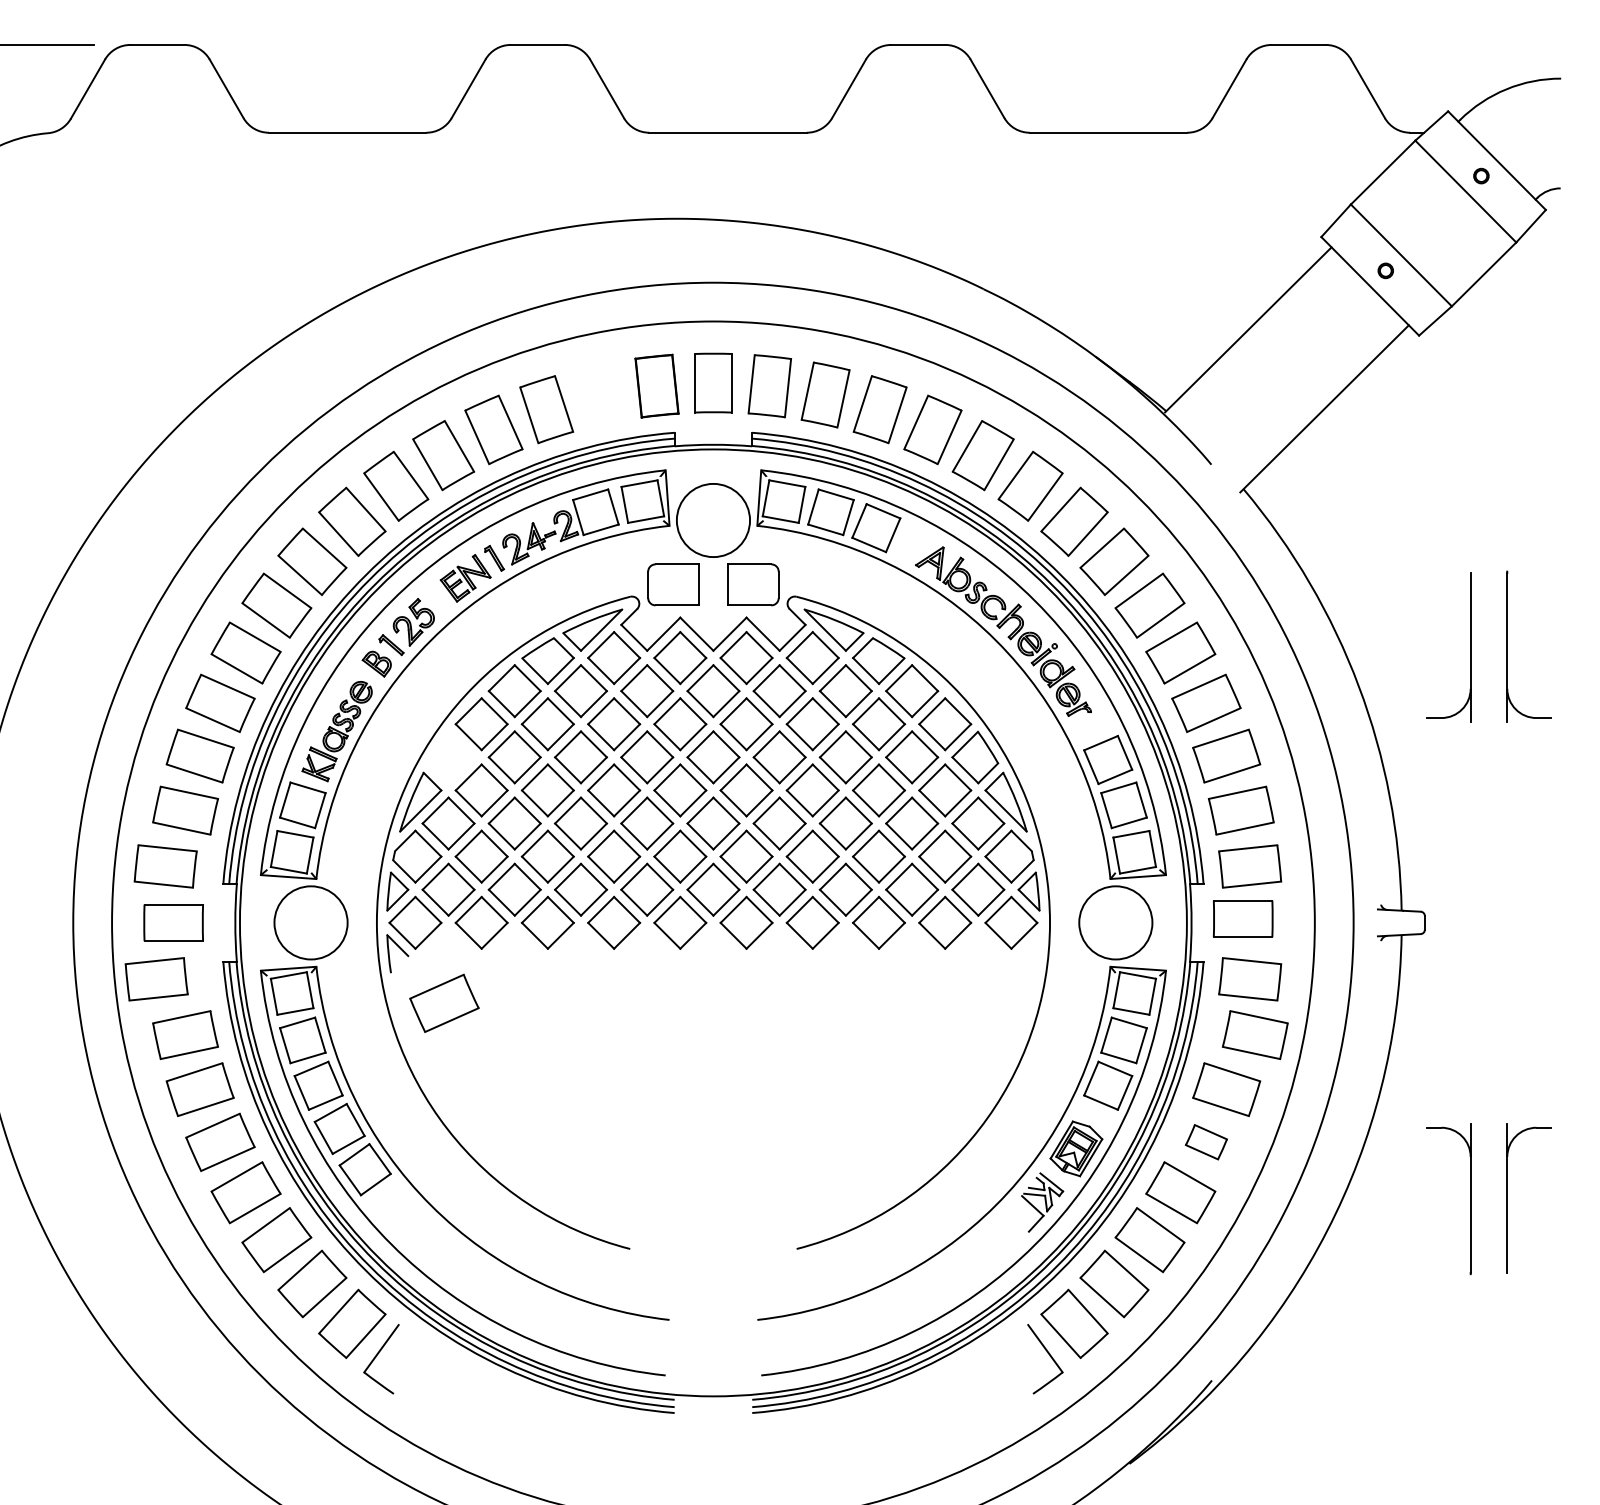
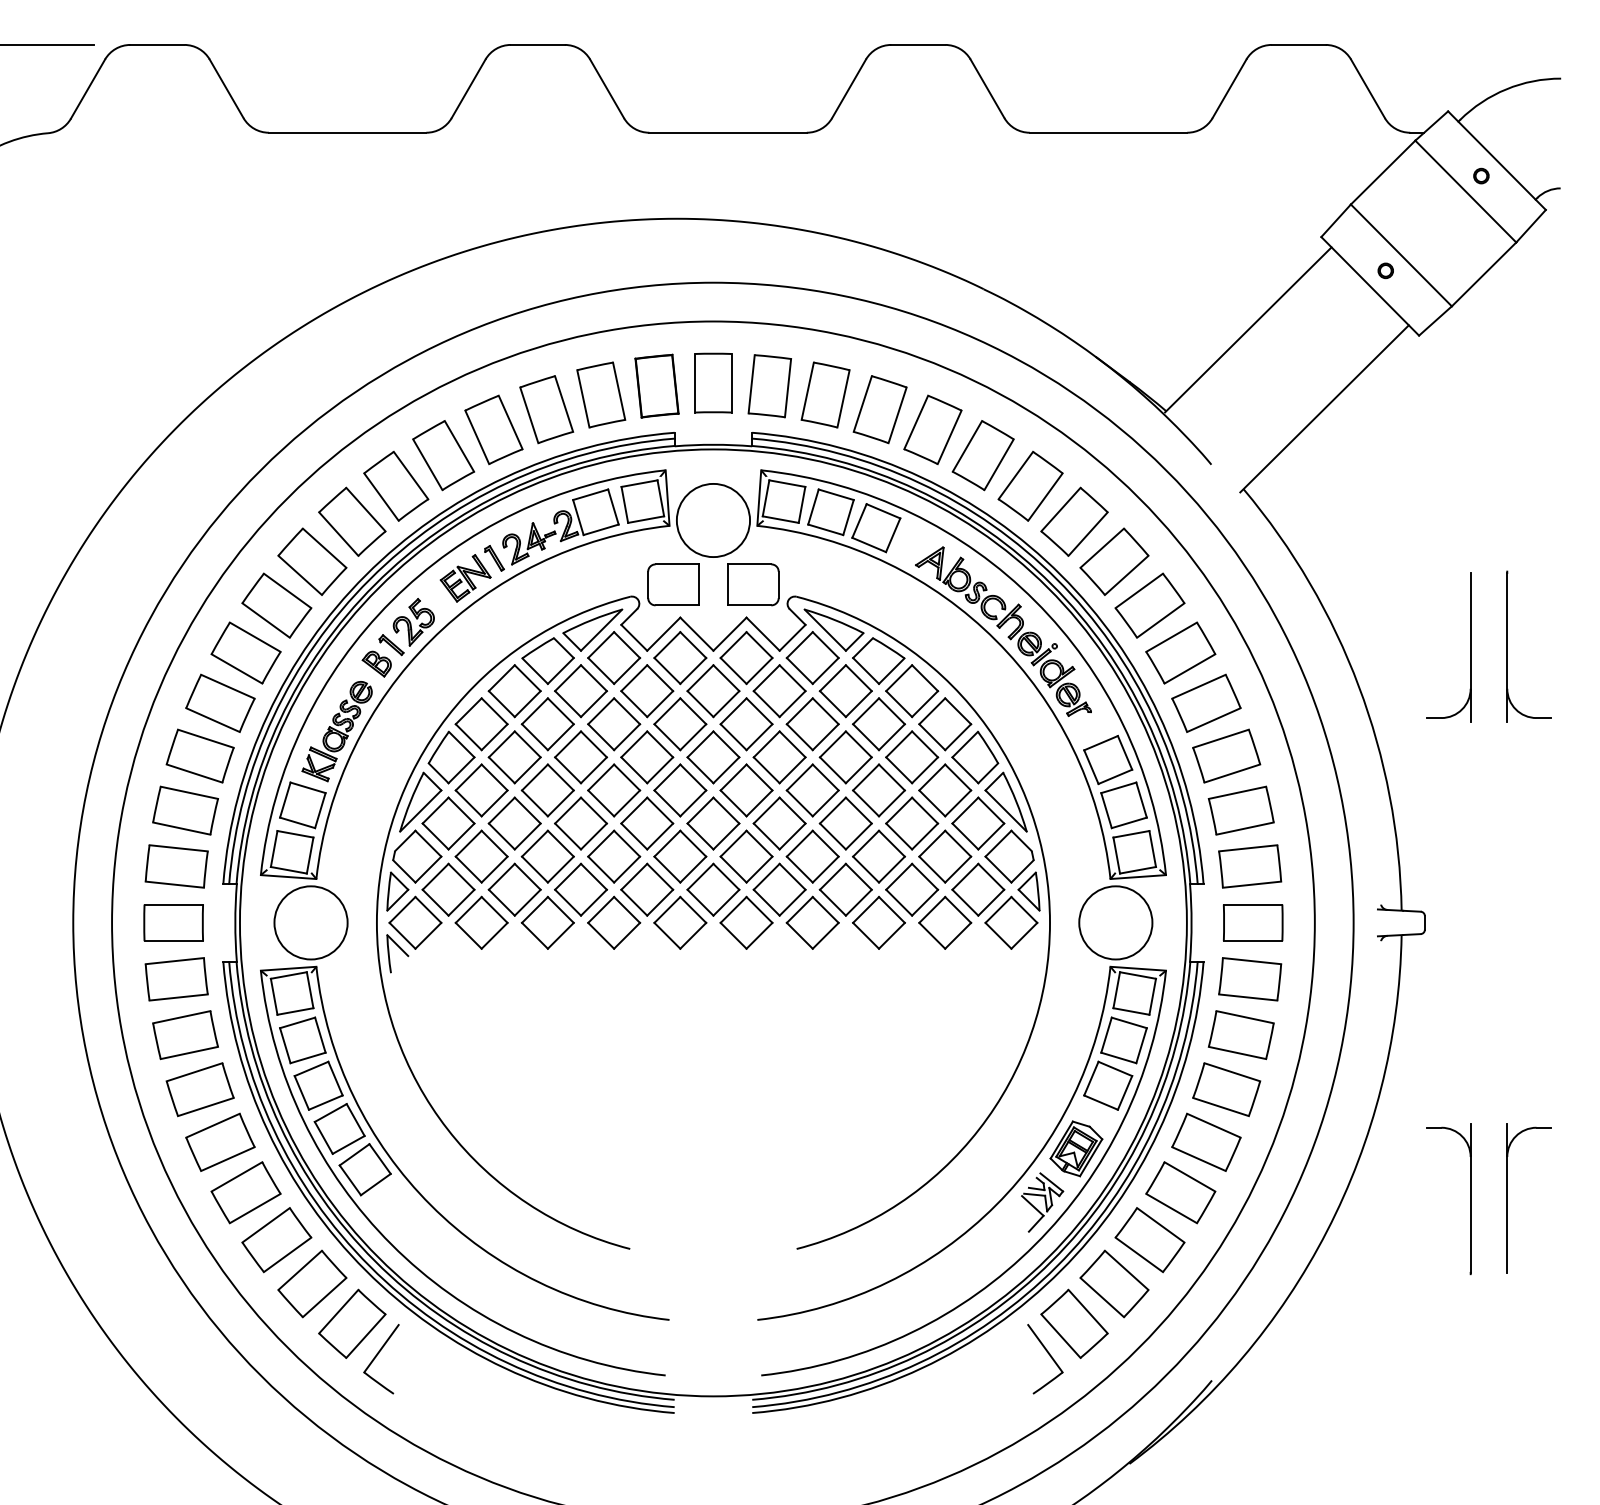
part at (601, 394): none -> present
part at (451, 757): none -> present
part at (165, 866) position: (165, 866) -> (176, 866)
part at (1242, 918) position: (1242, 918) -> (1252, 922)
part at (156, 979) position: (156, 979) -> (176, 979)
part at (444, 1002): present -> none
part at (1254, 1034) position: (1254, 1034) -> (1240, 1034)
part at (1205, 1142) size: 44x37 px -> 71x60 px
